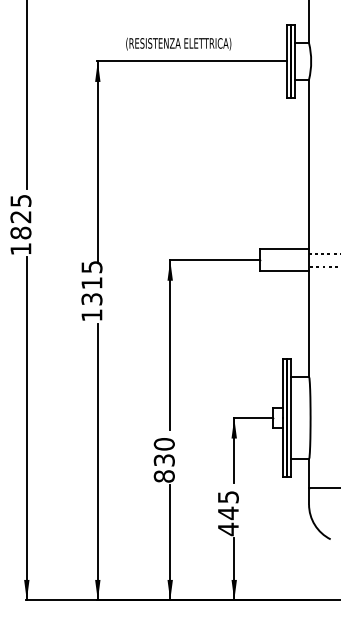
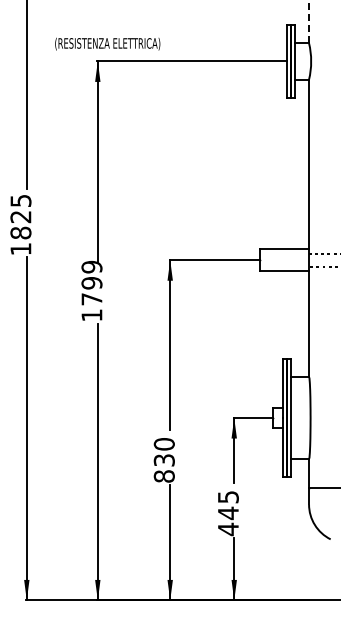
line at (309, 21): solid -> dashed
text at (178, 43) position: (178, 43) -> (107, 43)
text at (91, 282): 1315 -> 1799
